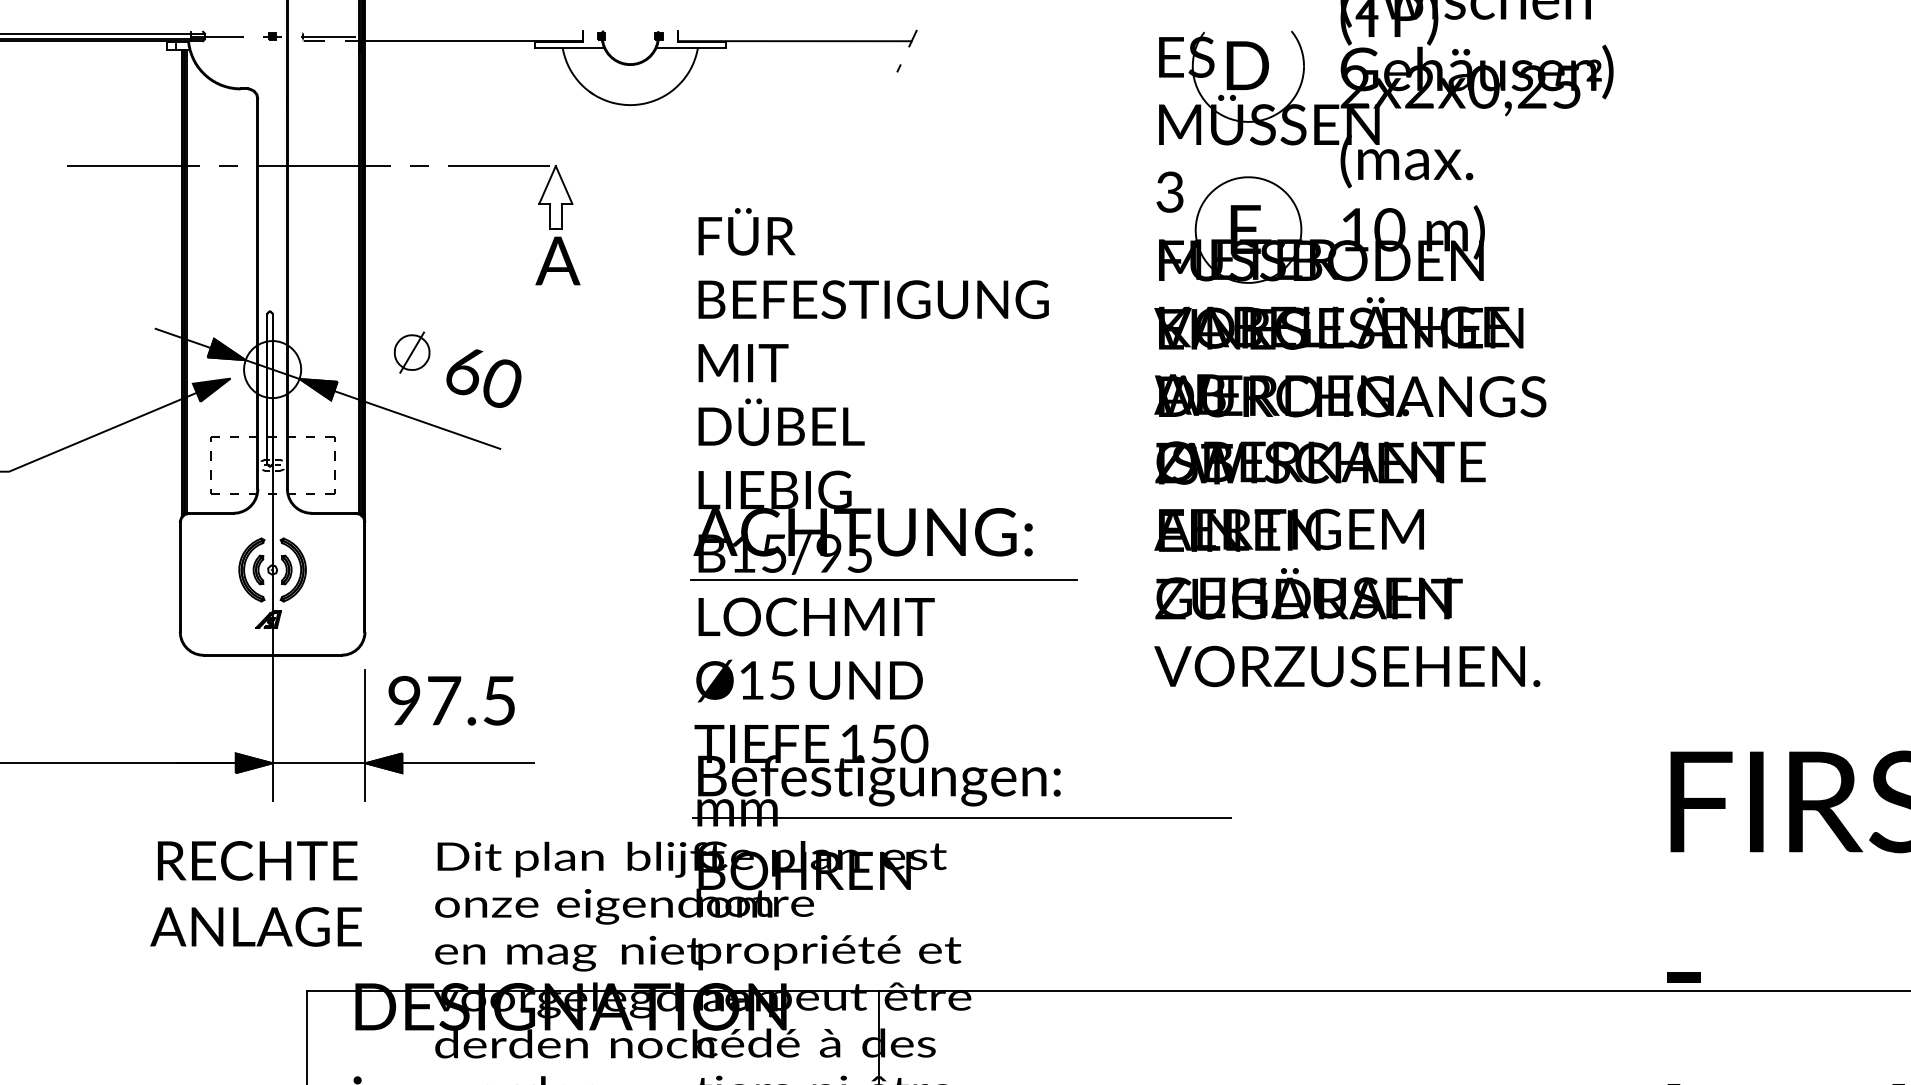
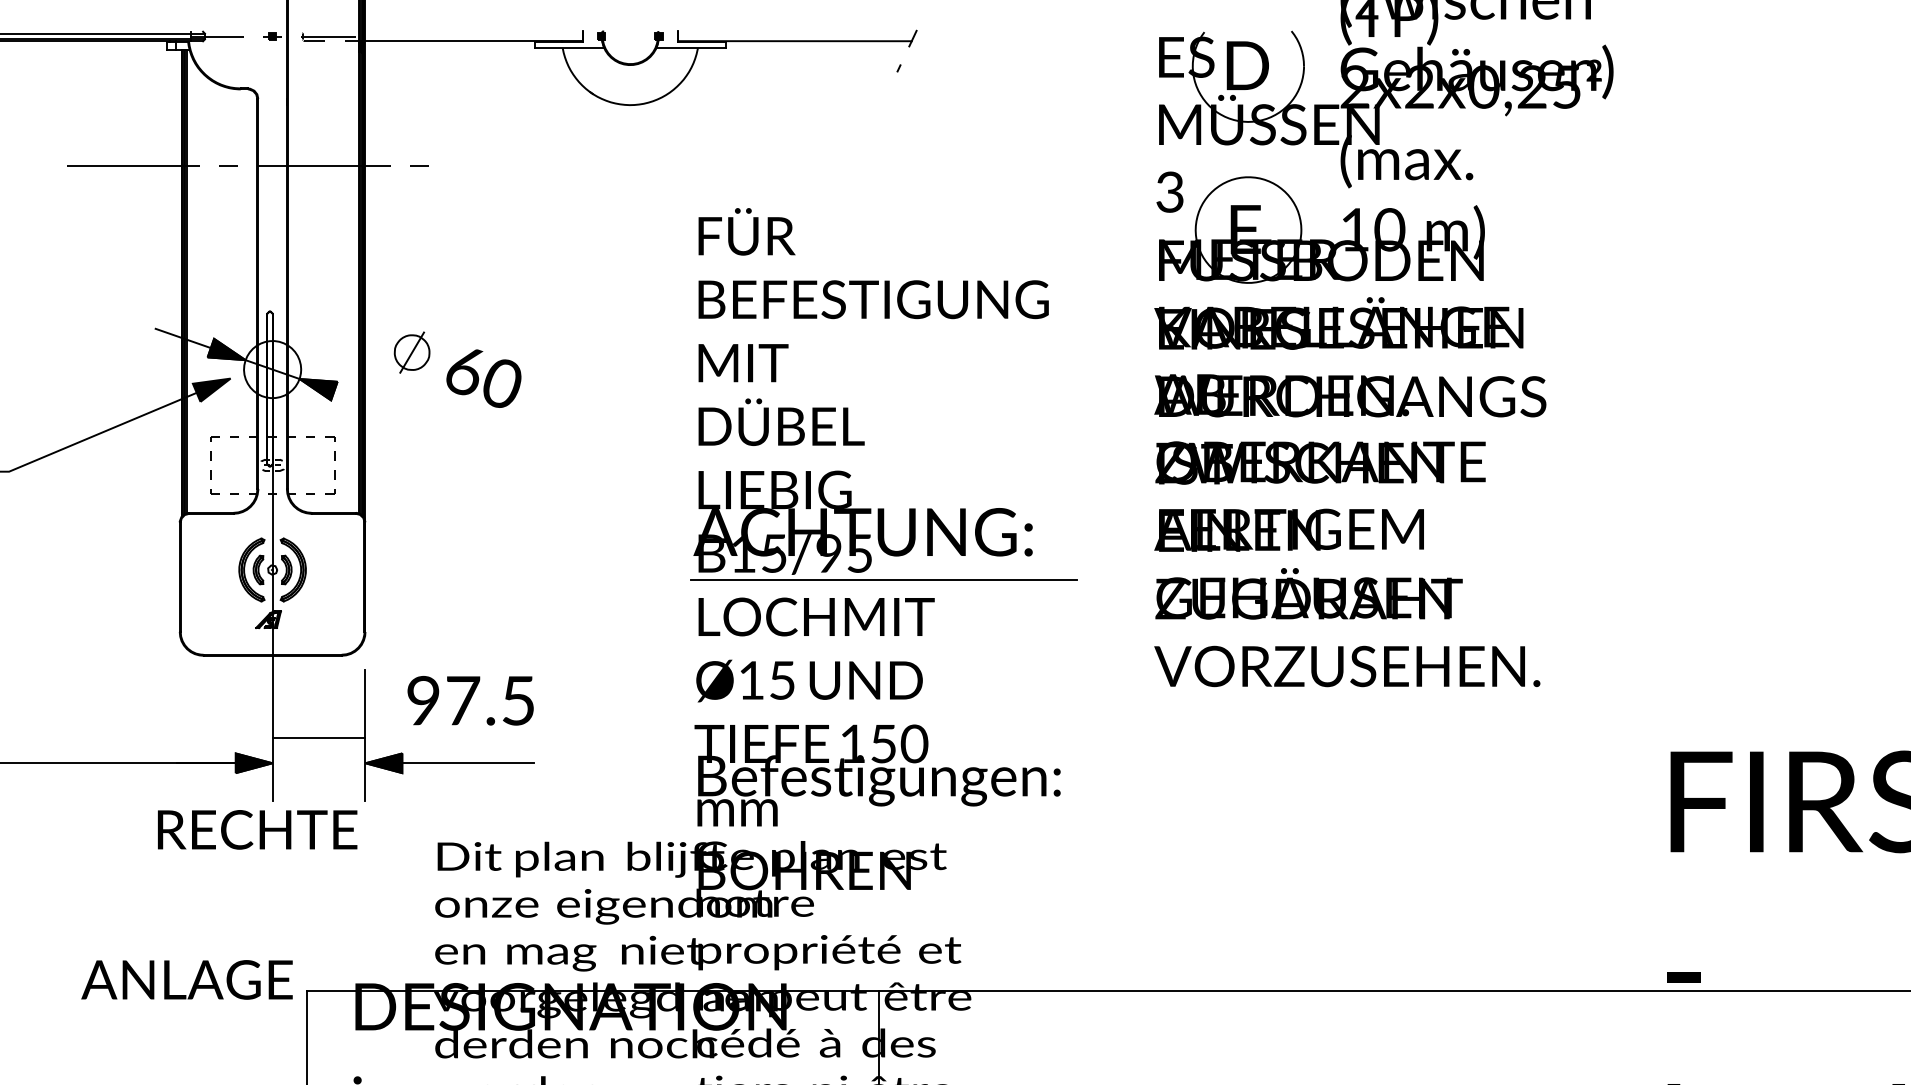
part at (538, 204): present -> none
line at (417, 419): present -> none
text at (451, 700) position: (451, 700) -> (470, 700)
line at (318, 763) position: (318, 763) -> (318, 738)
line at (961, 817): present -> none
text at (257, 860) position: (257, 860) -> (257, 829)
text at (255, 926) position: (255, 926) -> (186, 979)
